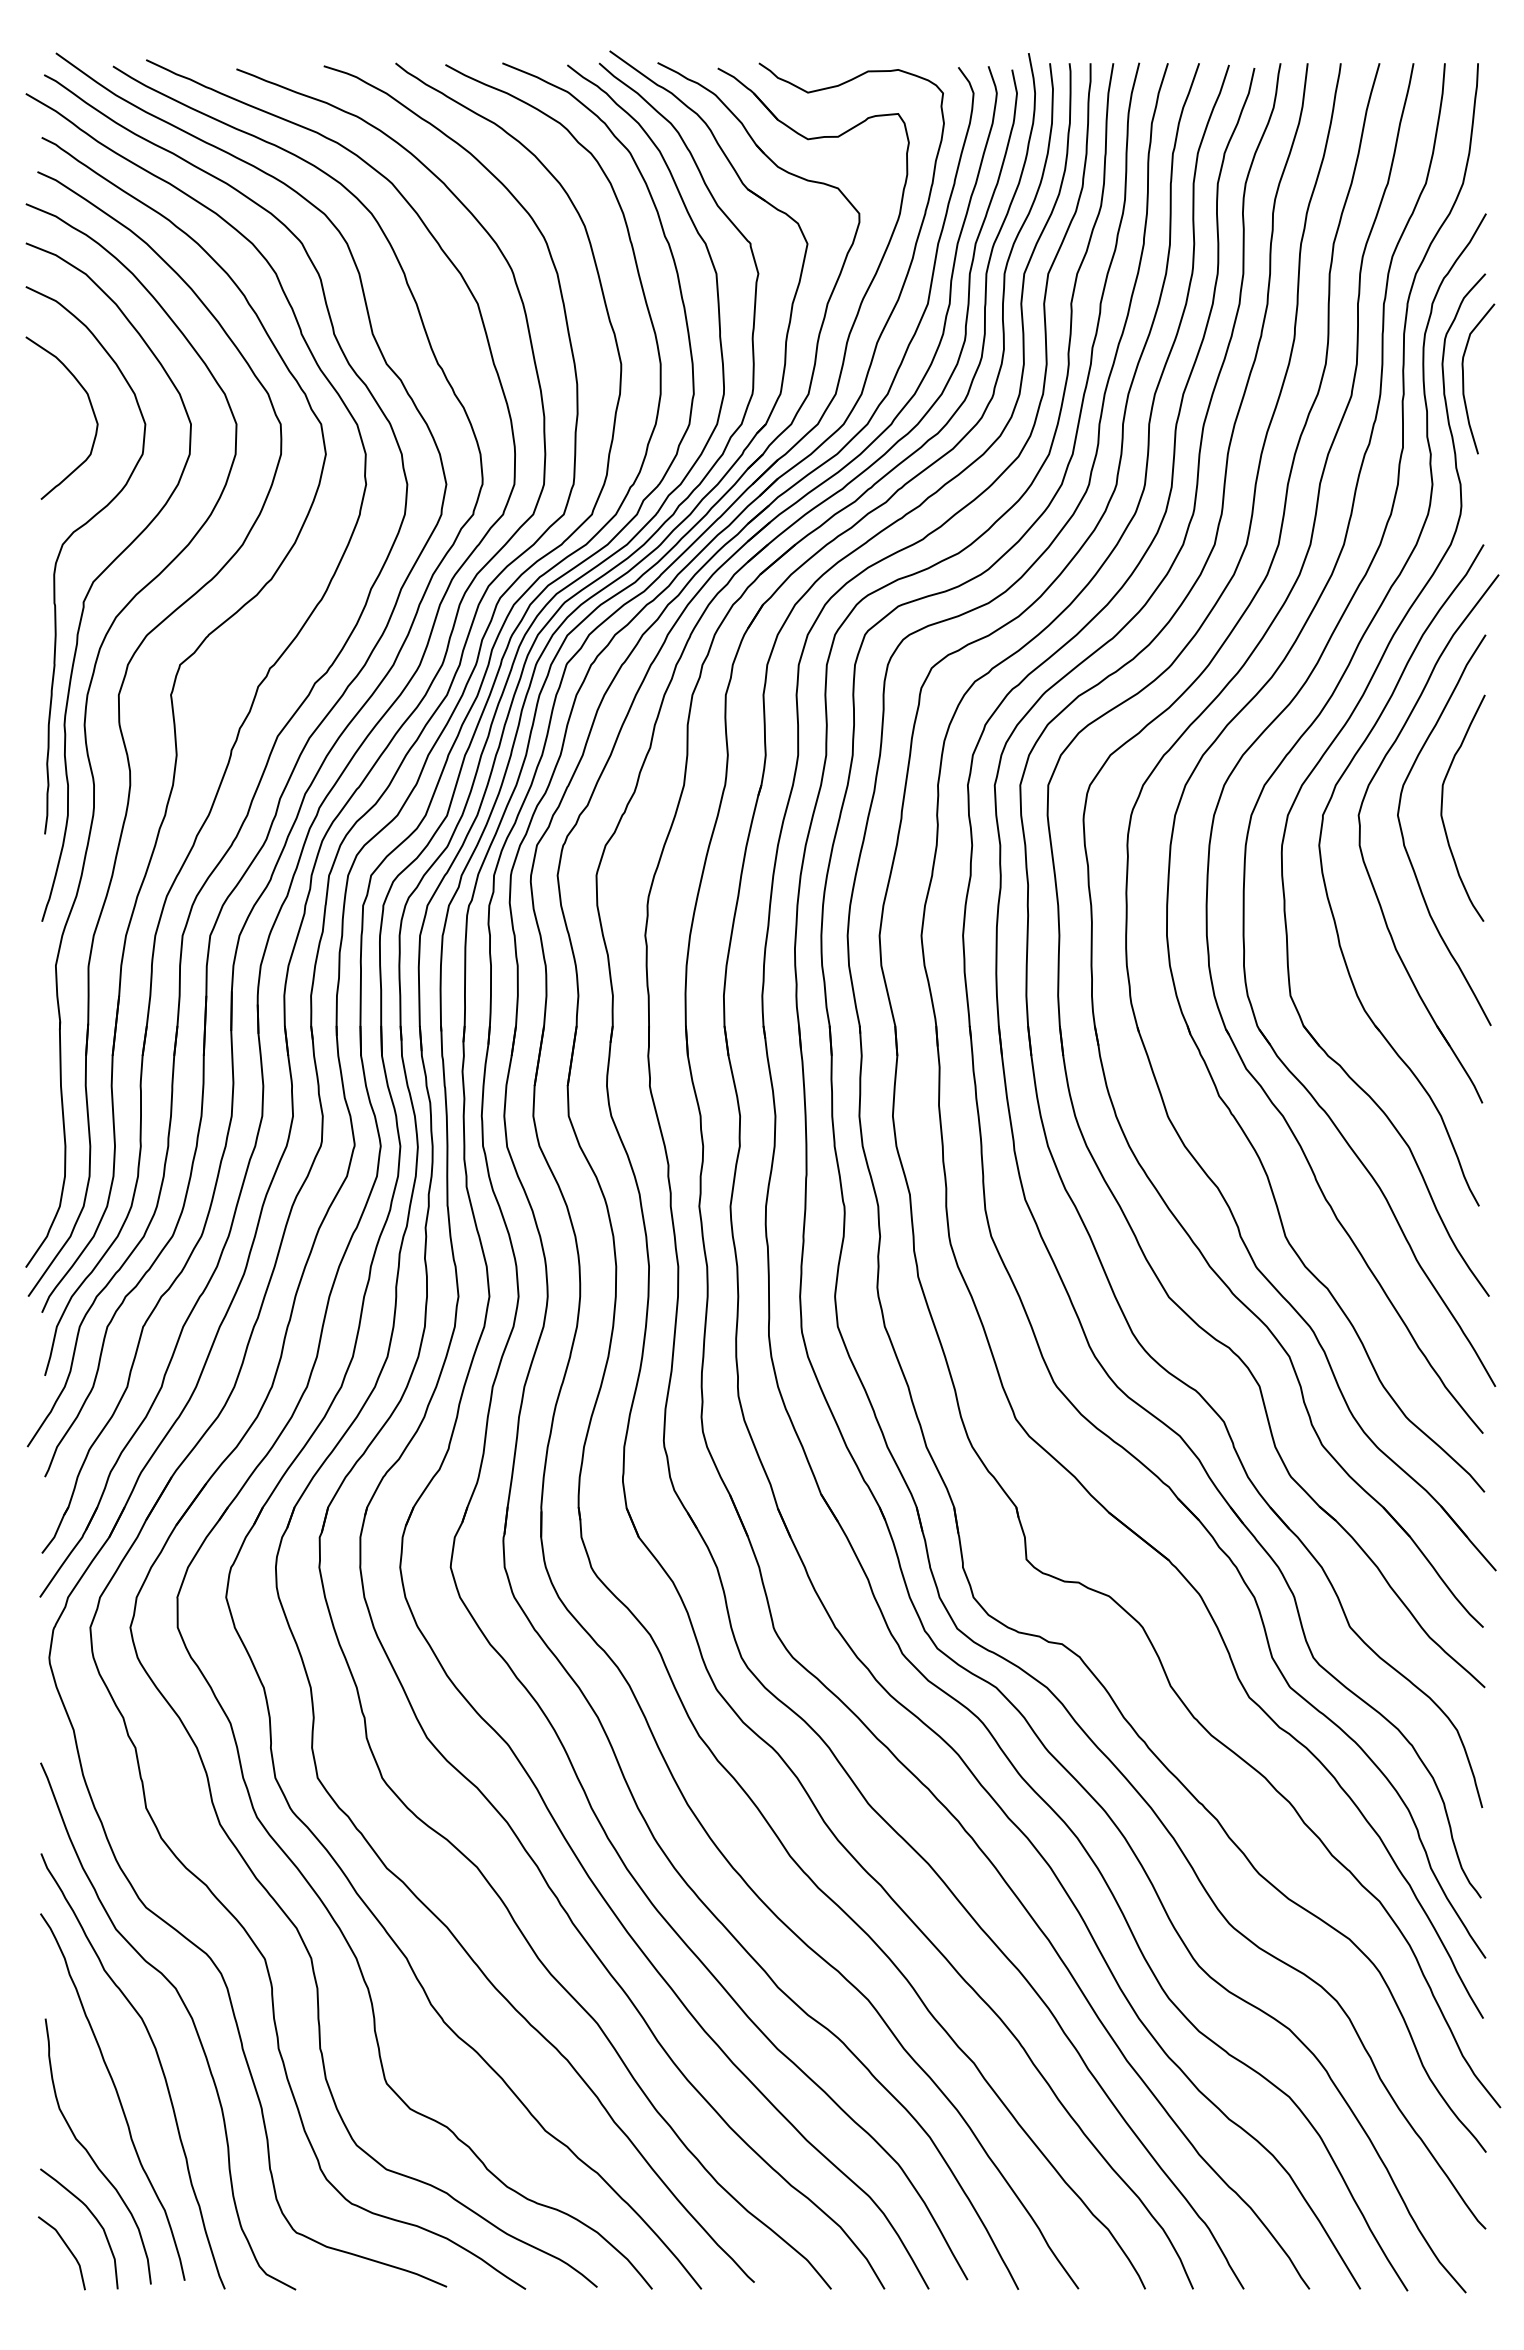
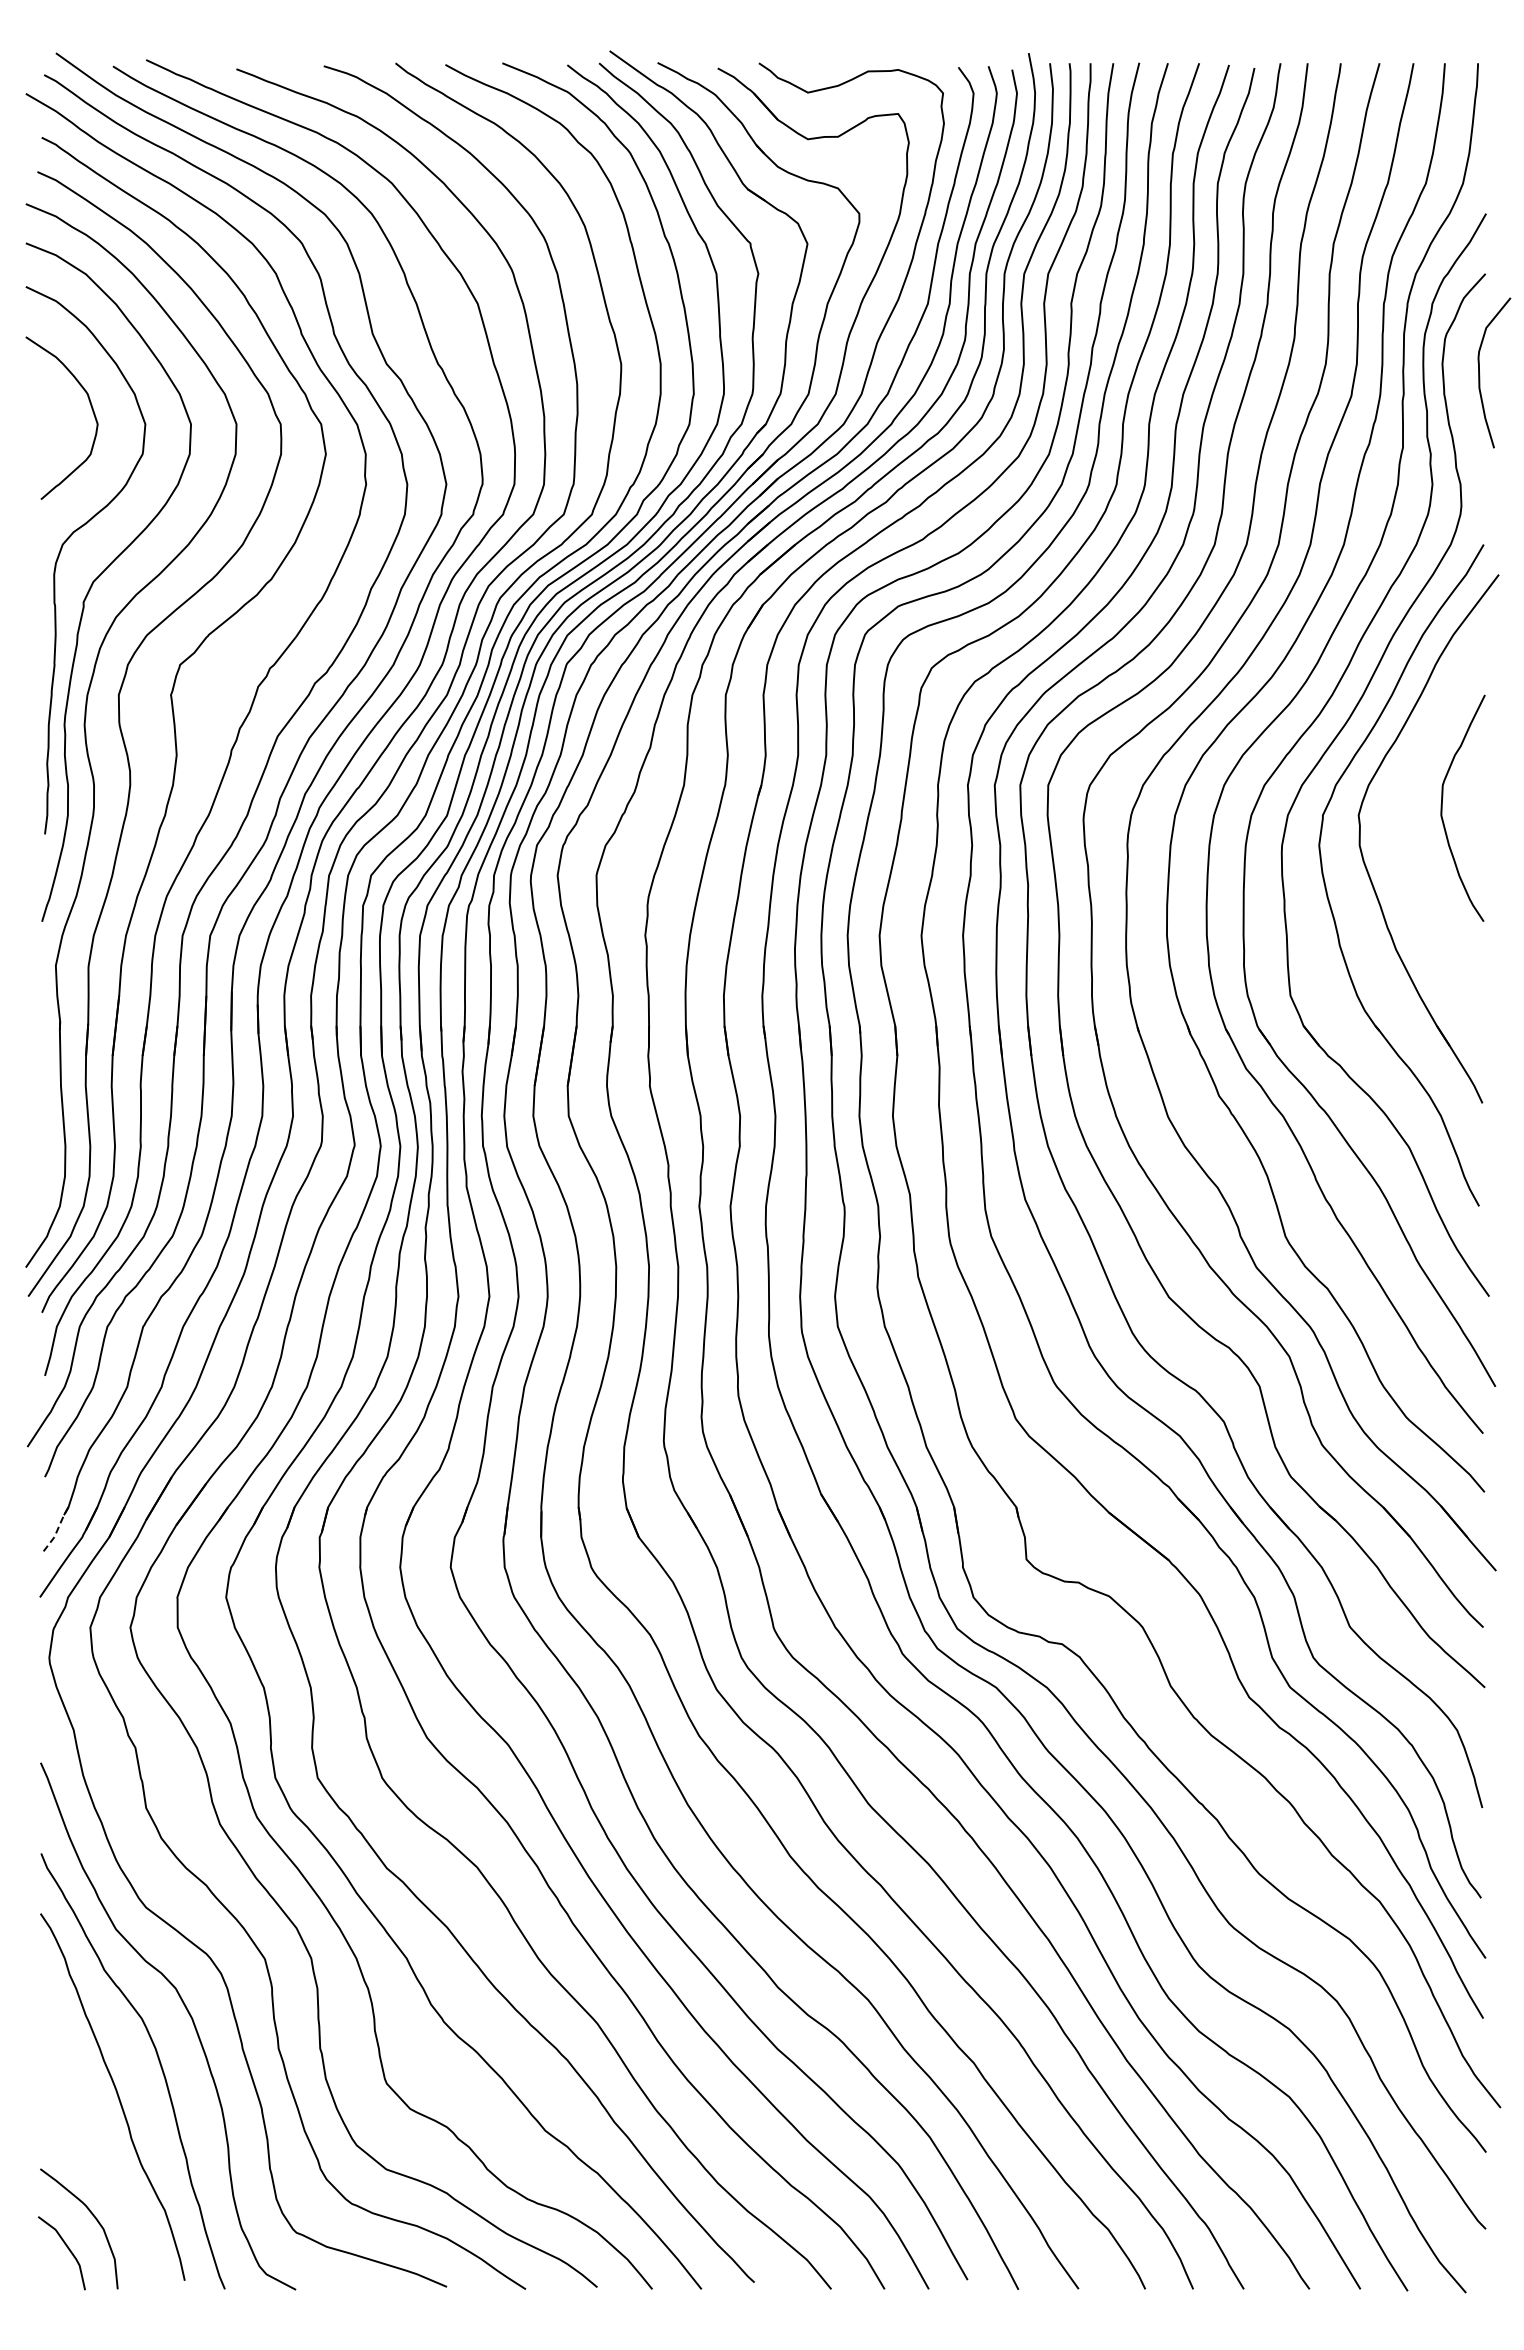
curve at (1464, 381) position: (1464, 381) -> (1480, 375)
curve at (1404, 839): present -> none
line at (57, 1531): solid -> dashed
curve at (90, 2154): present -> none
